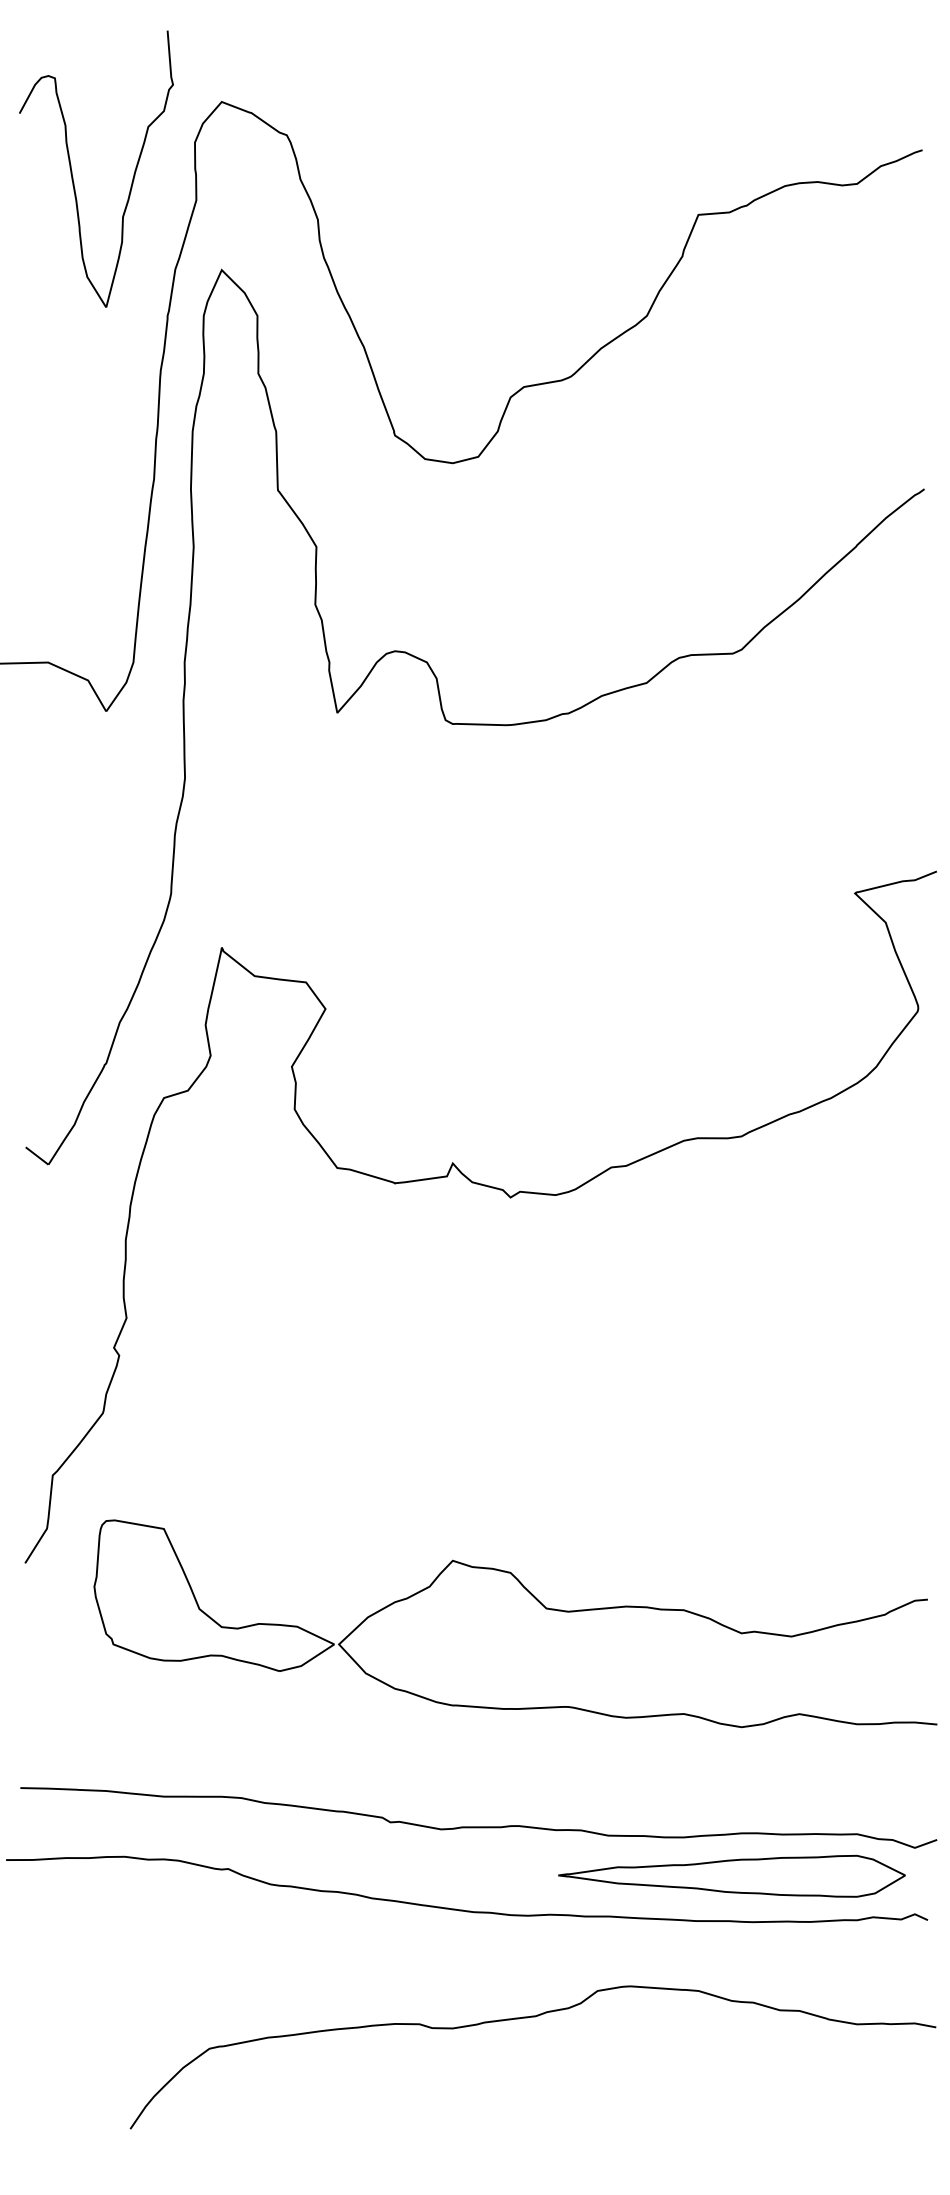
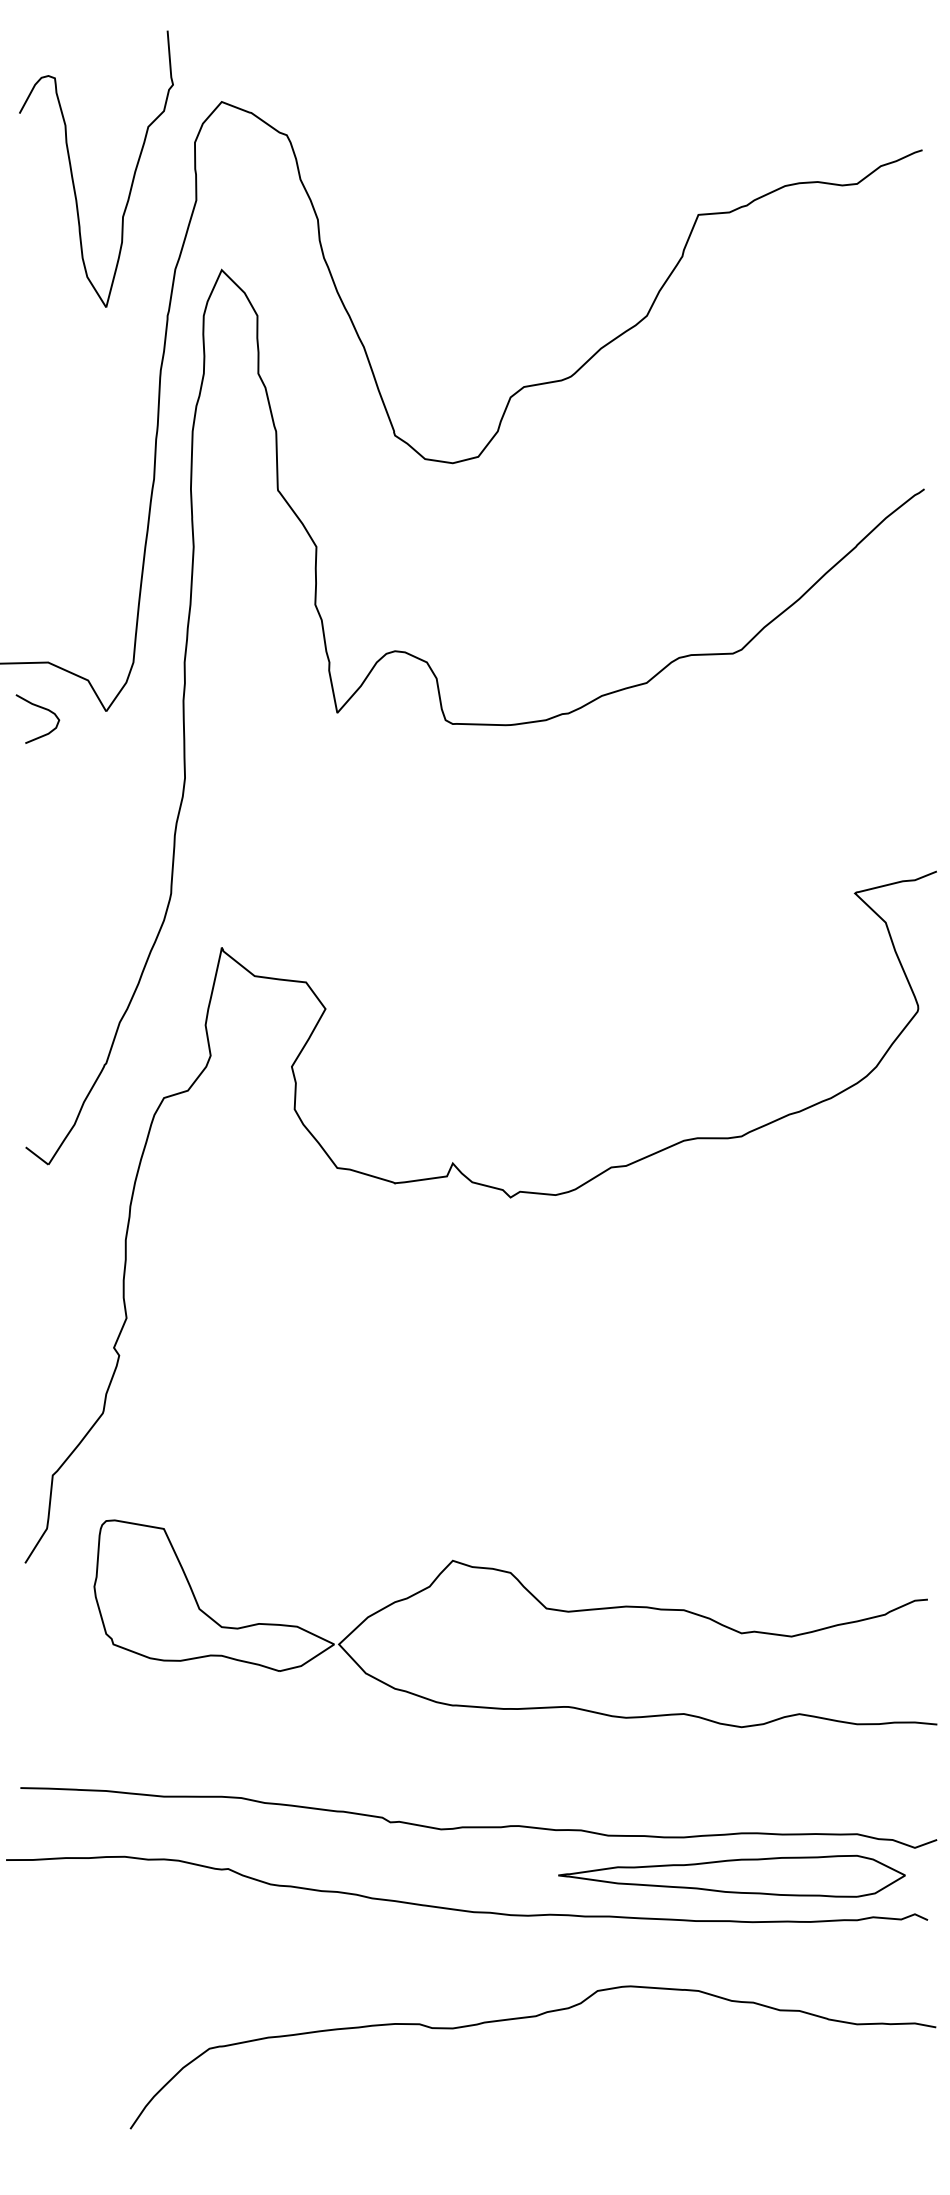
curve at (41, 708): none -> present
